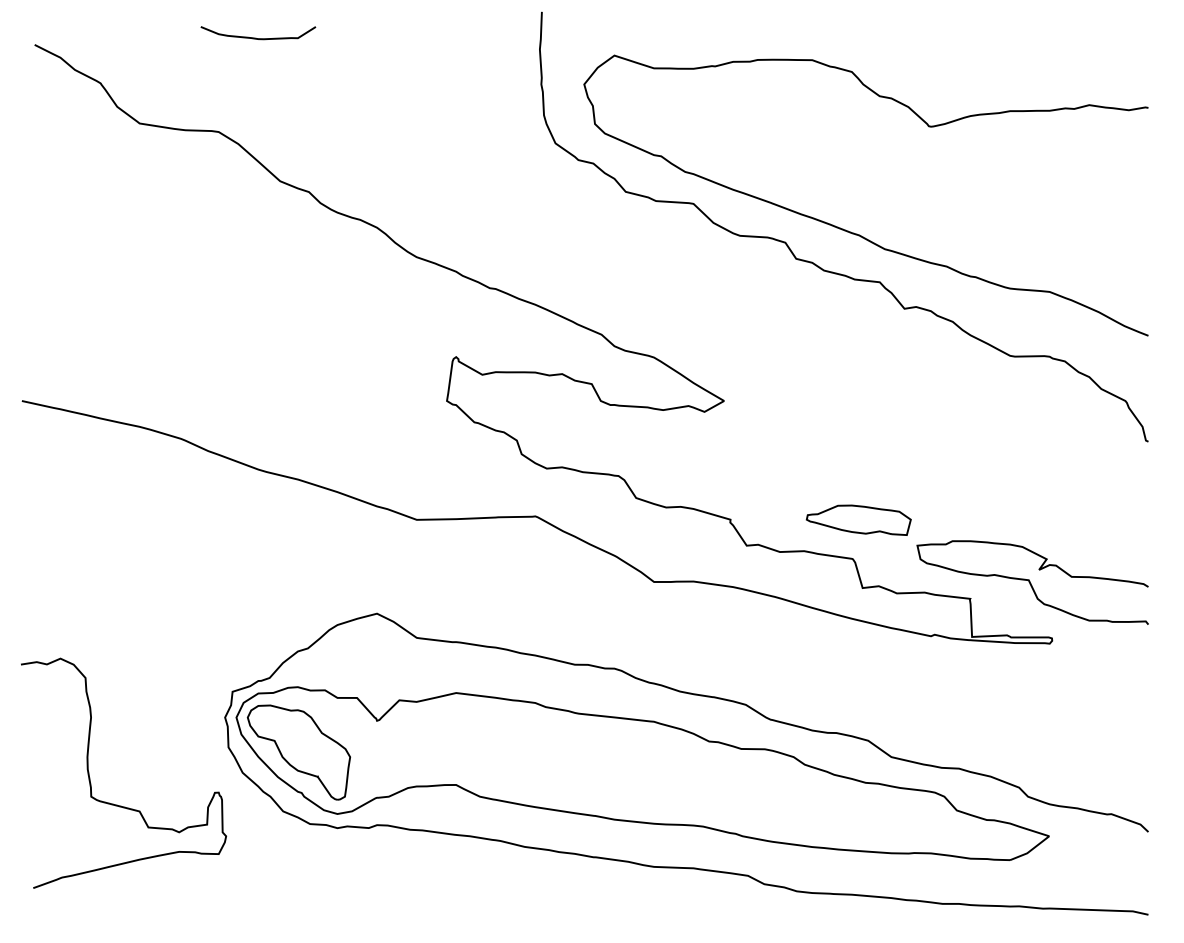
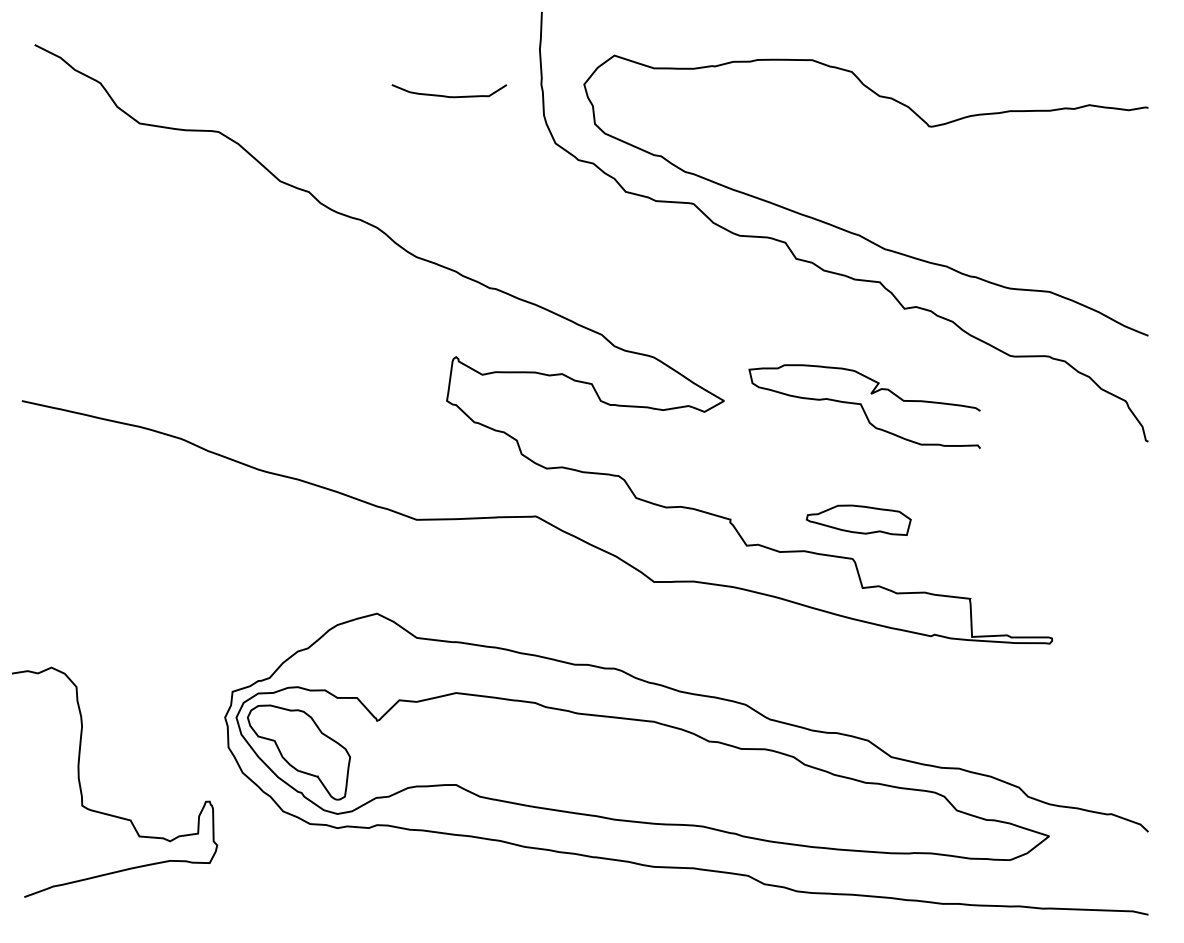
curve at (256, 37) position: (256, 37) -> (447, 95)
curve at (1031, 583) position: (1031, 583) -> (863, 407)
curve at (117, 804) position: (117, 804) -> (108, 813)
